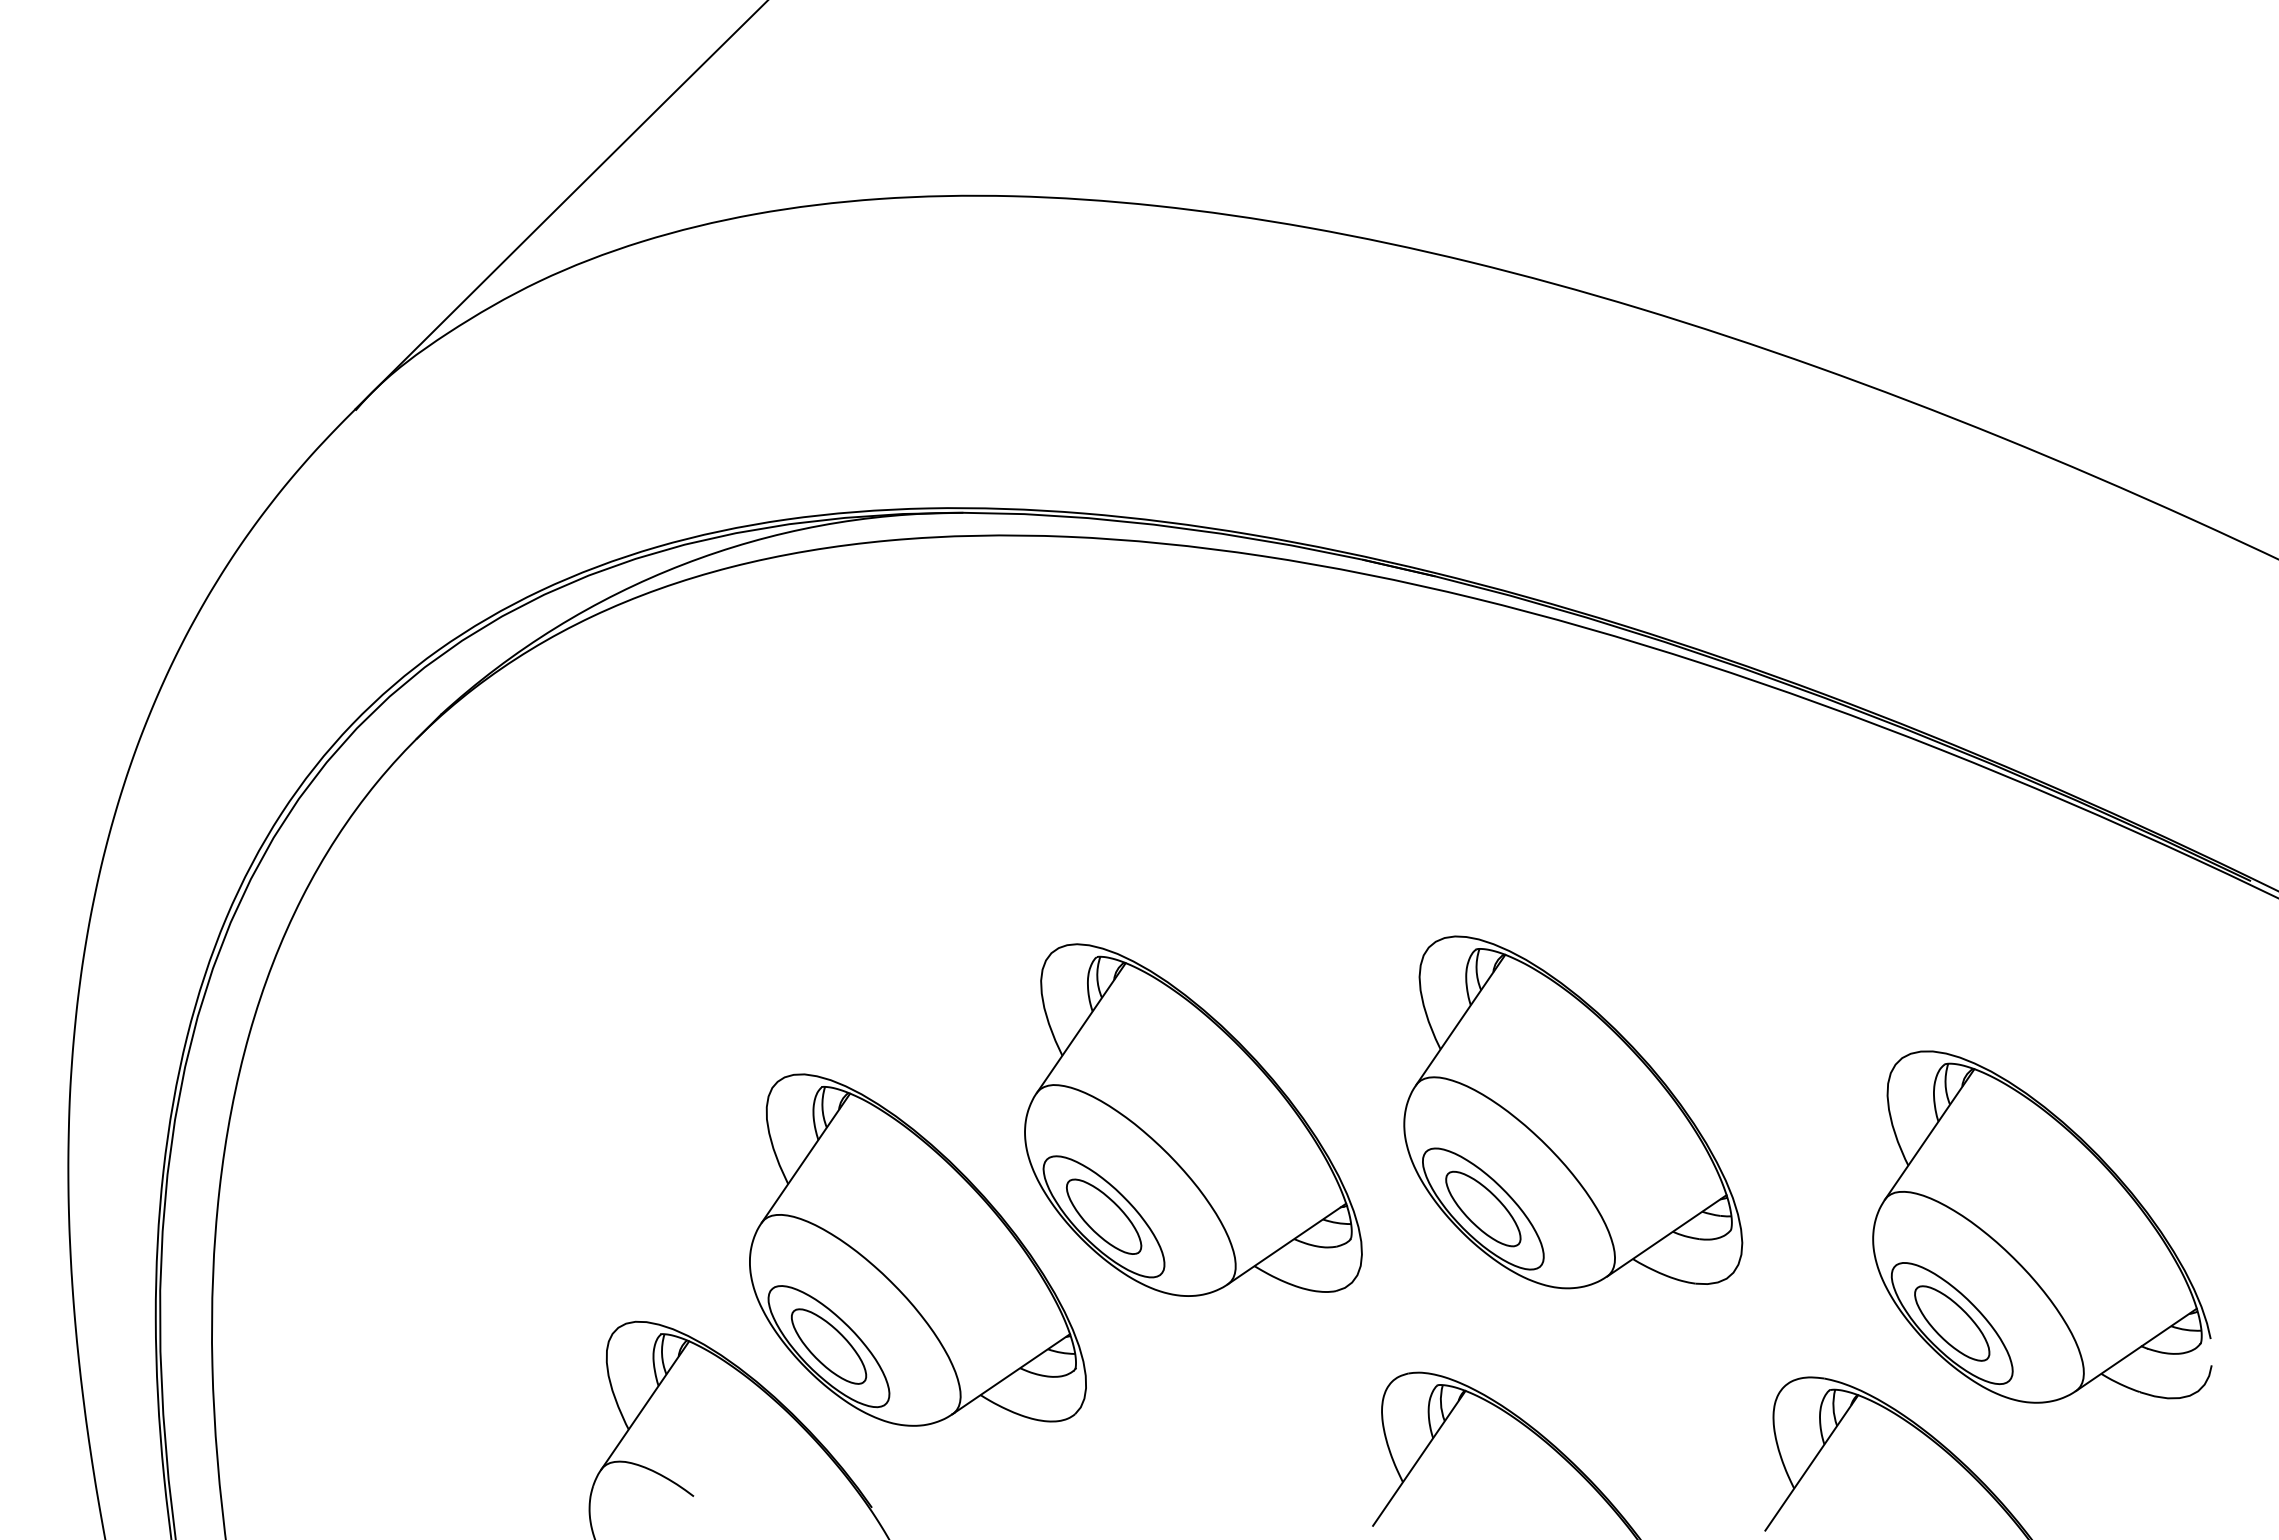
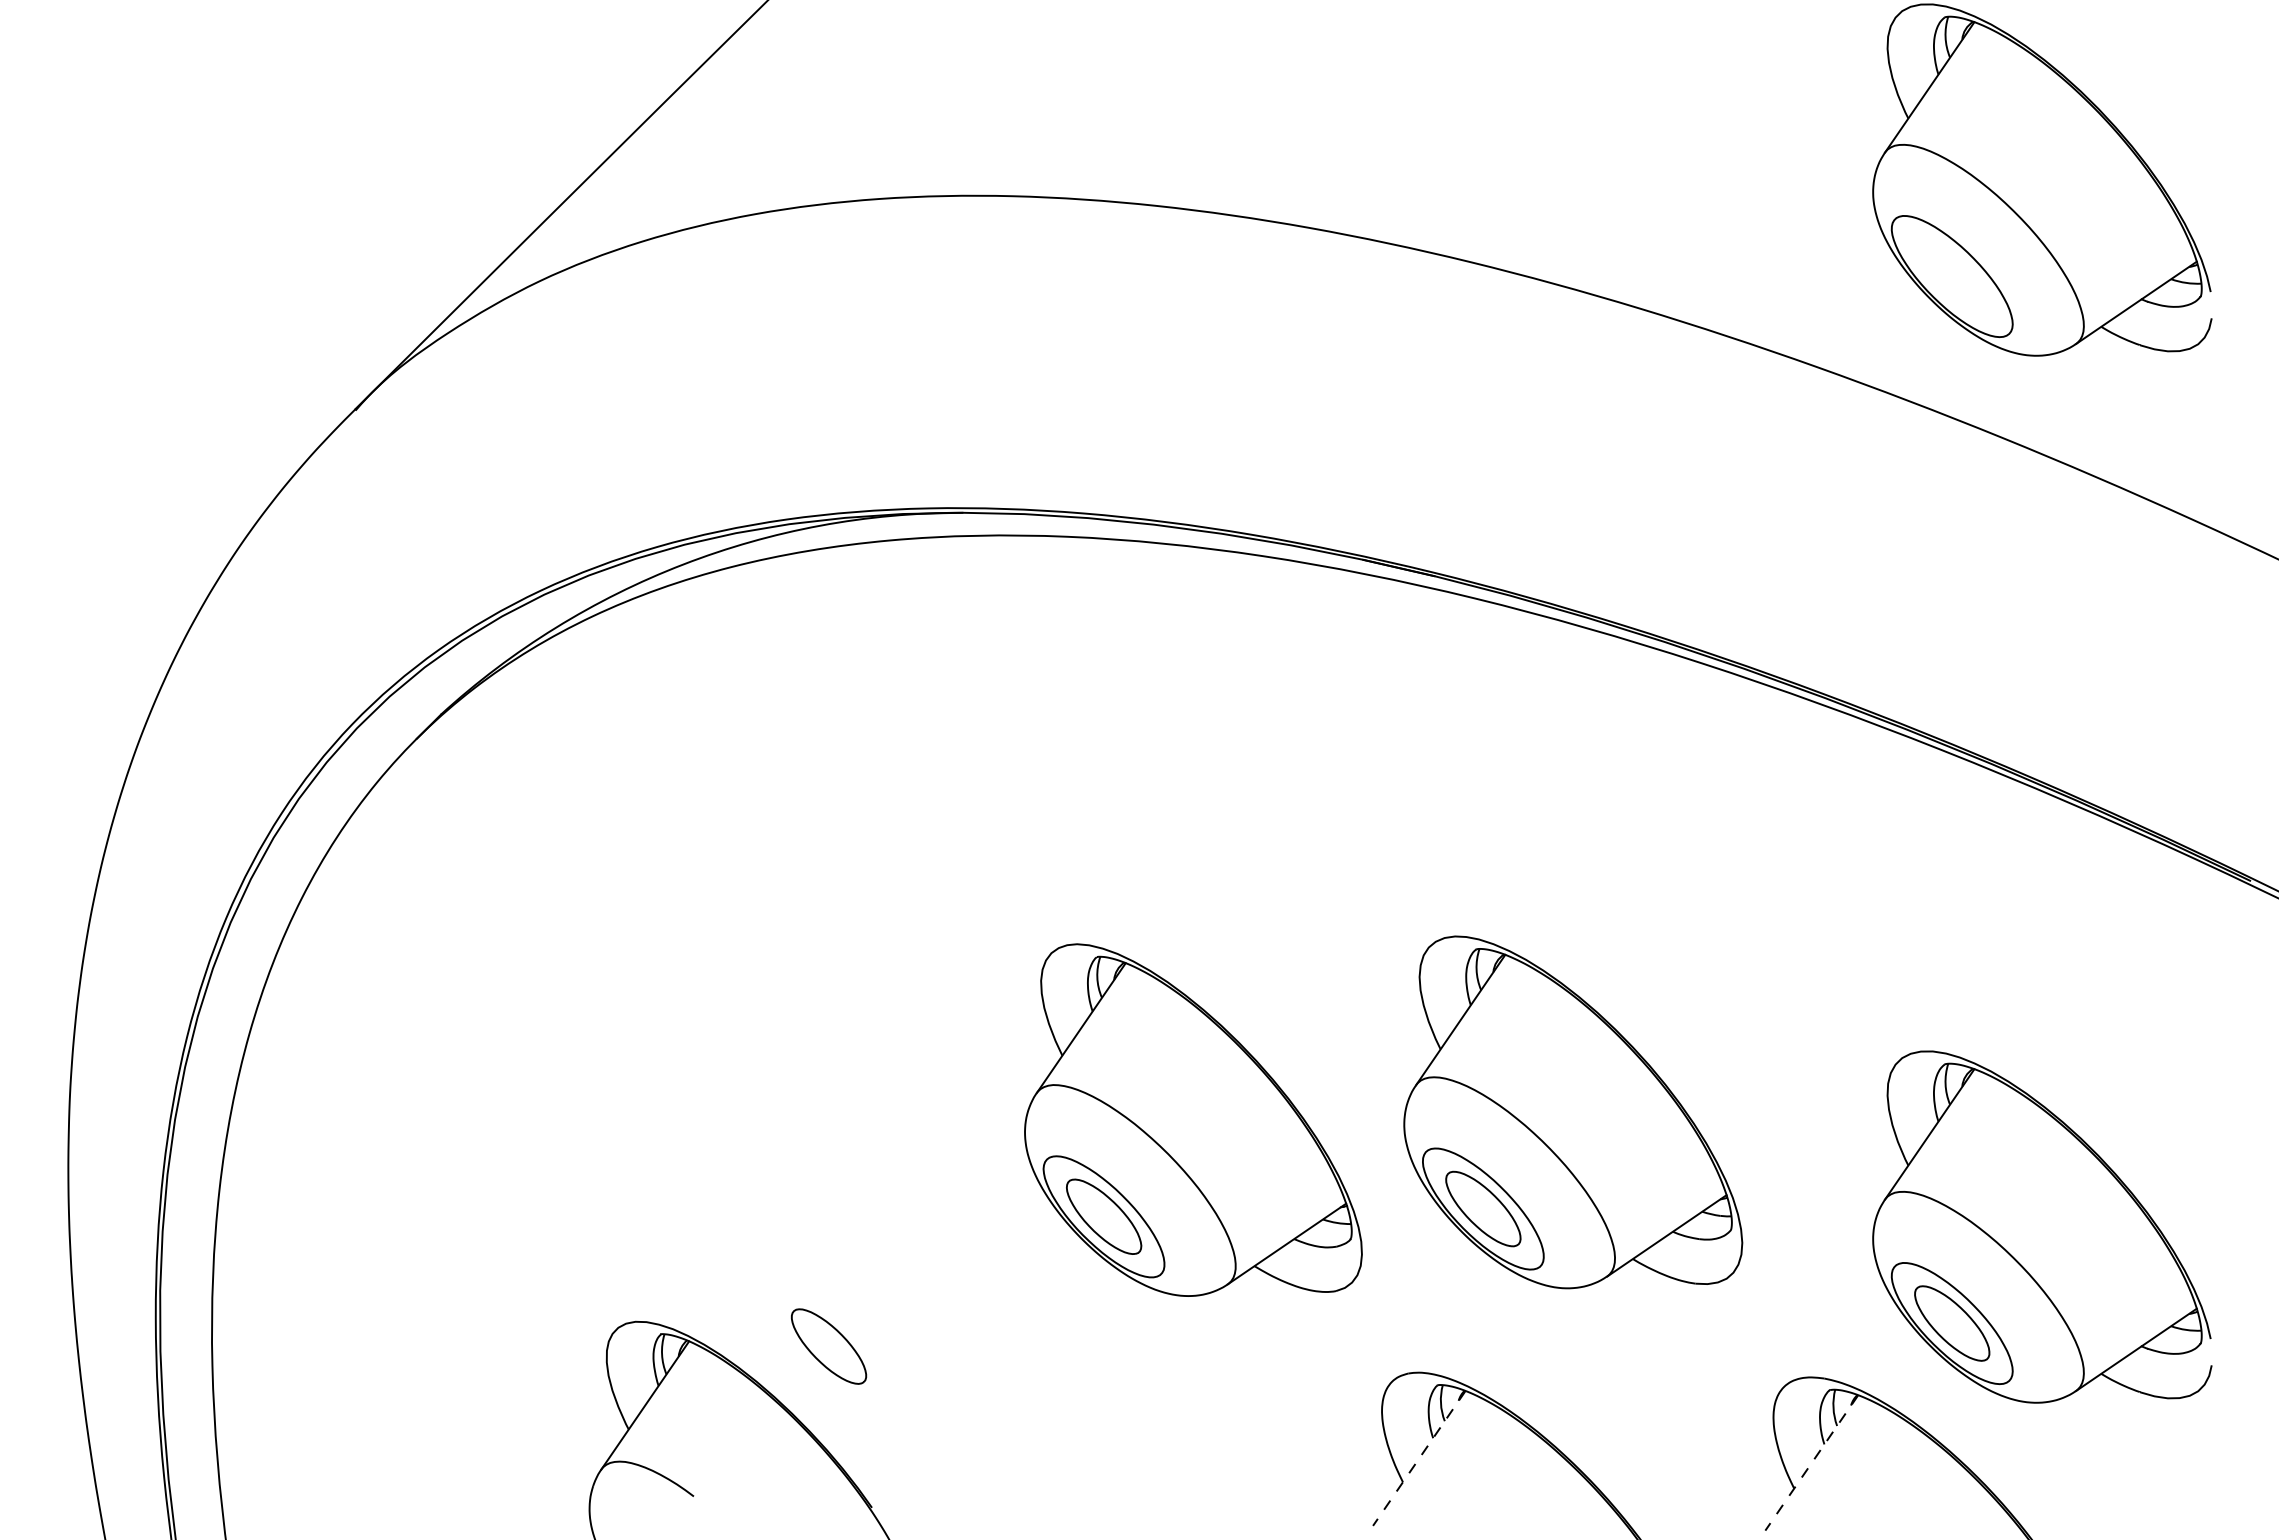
part at (2042, 179): none -> present
part at (917, 1249): present -> none
line at (1419, 1458): solid -> dashed
line at (1811, 1463): solid -> dashed
